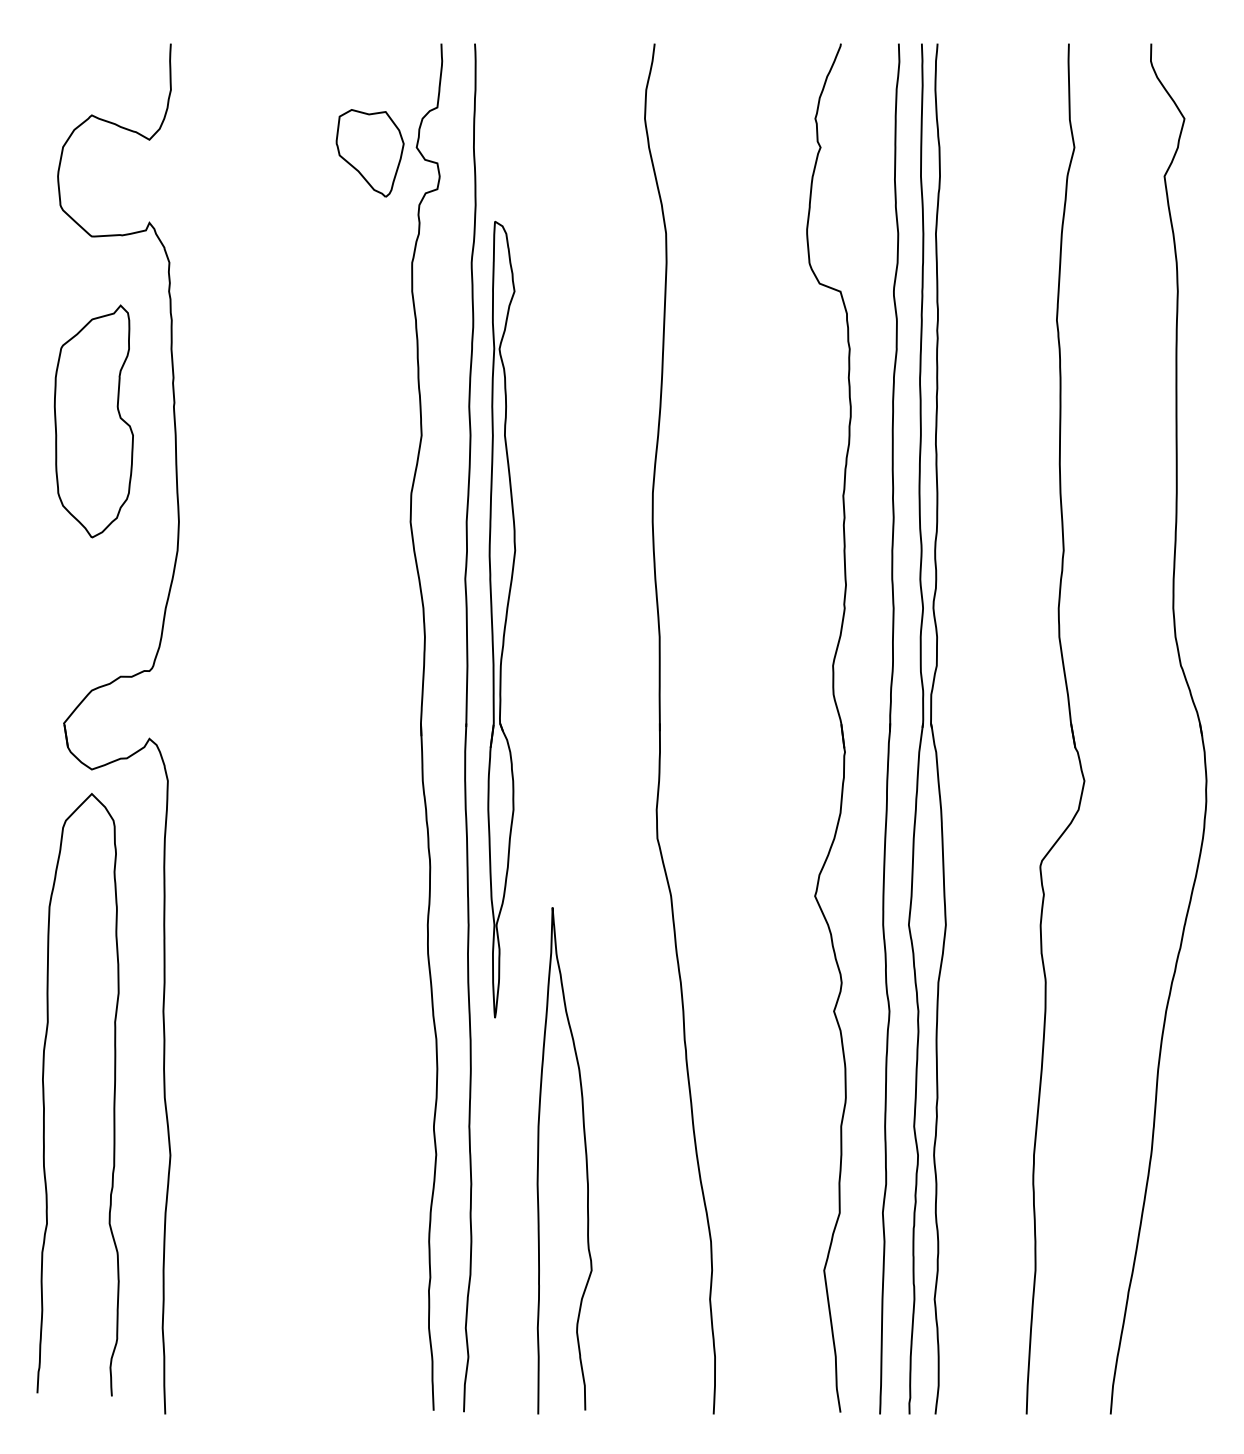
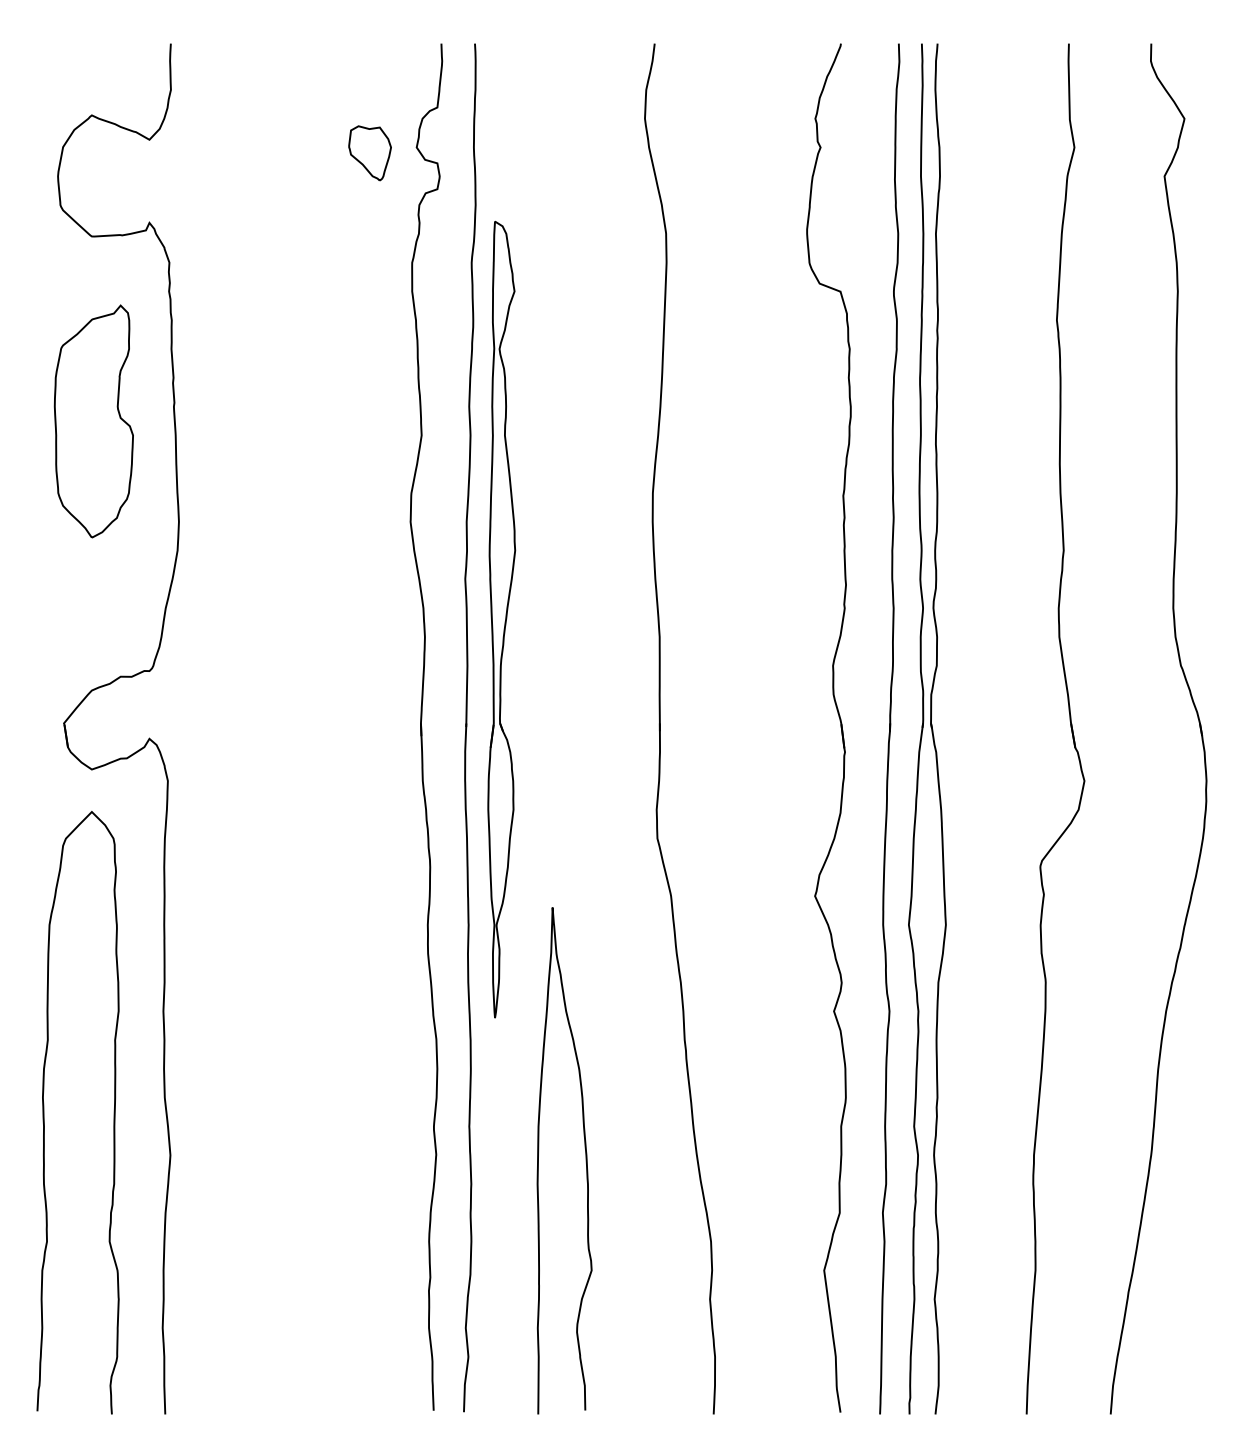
part at (369, 153) size: 70x89 px -> 44x57 px
curve at (44, 1094) position: (44, 1094) -> (44, 1112)
